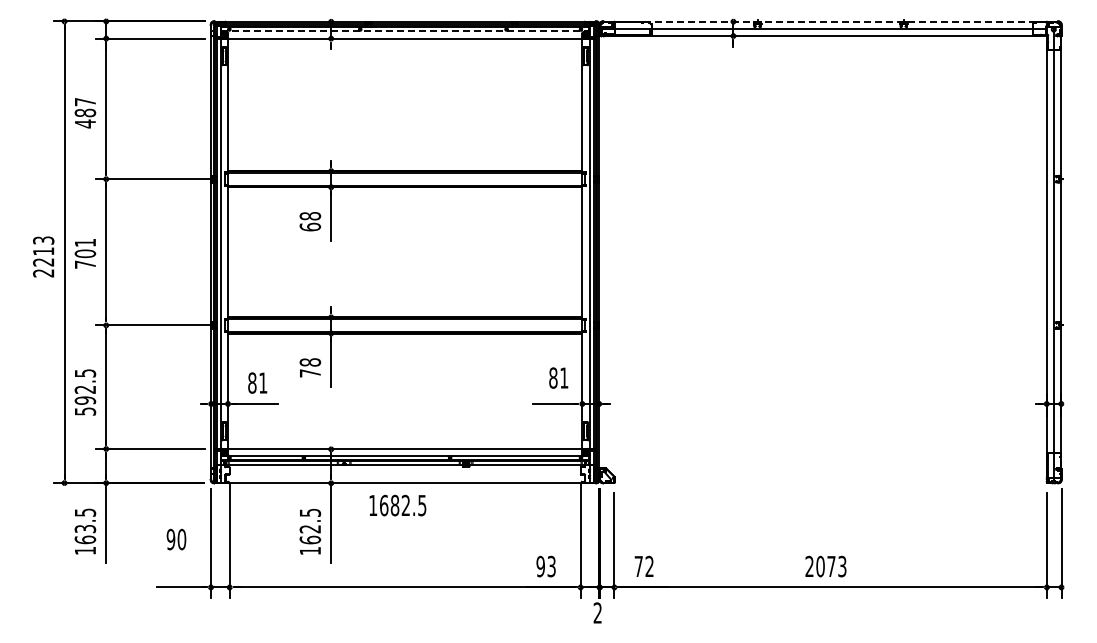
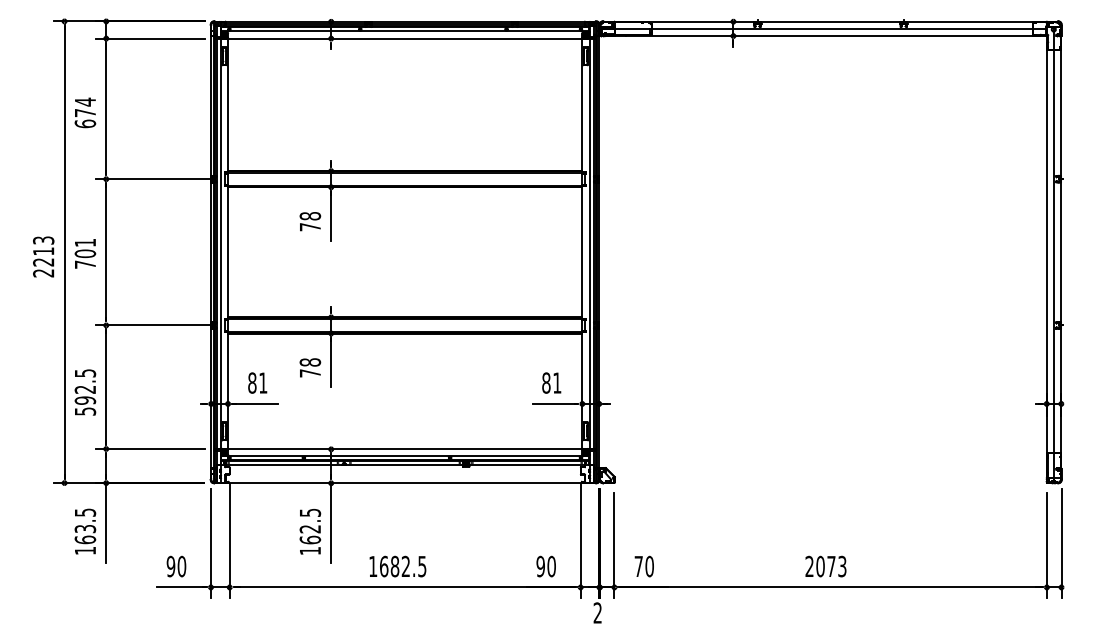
line at (830, 21): dashed -> solid
line at (405, 31): dashed -> solid
text at (85, 112): 487 -> 674
text at (310, 226): 68 -> 78
text at (558, 377) position: (558, 377) -> (551, 382)
text at (397, 505) position: (397, 505) -> (397, 566)
text at (176, 539) position: (176, 539) -> (176, 566)
text at (551, 566): 93 -> 90
text at (649, 566): 72 -> 70
